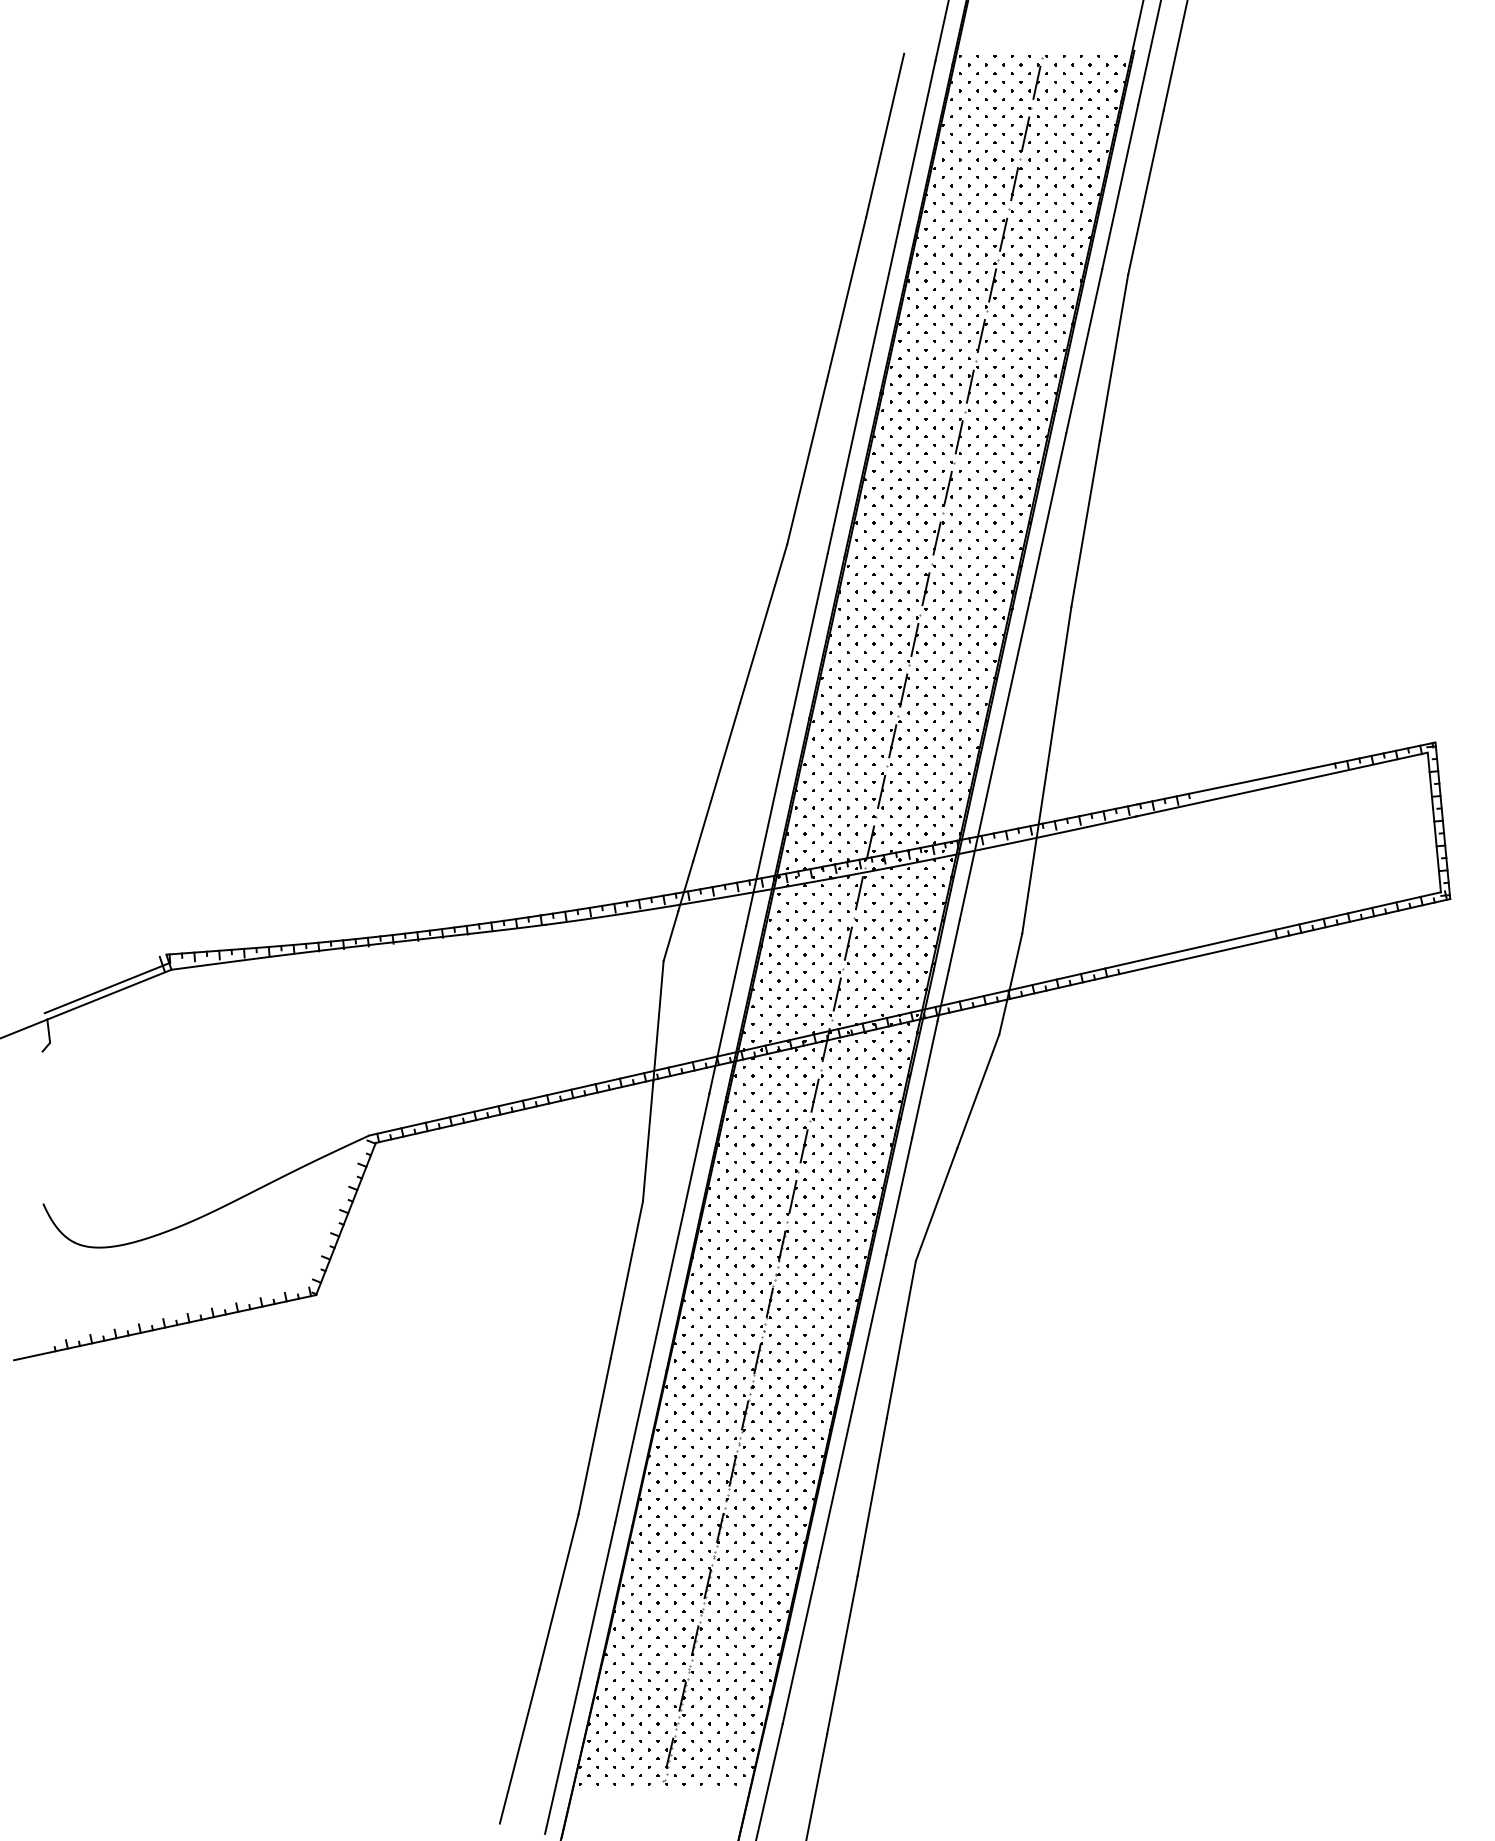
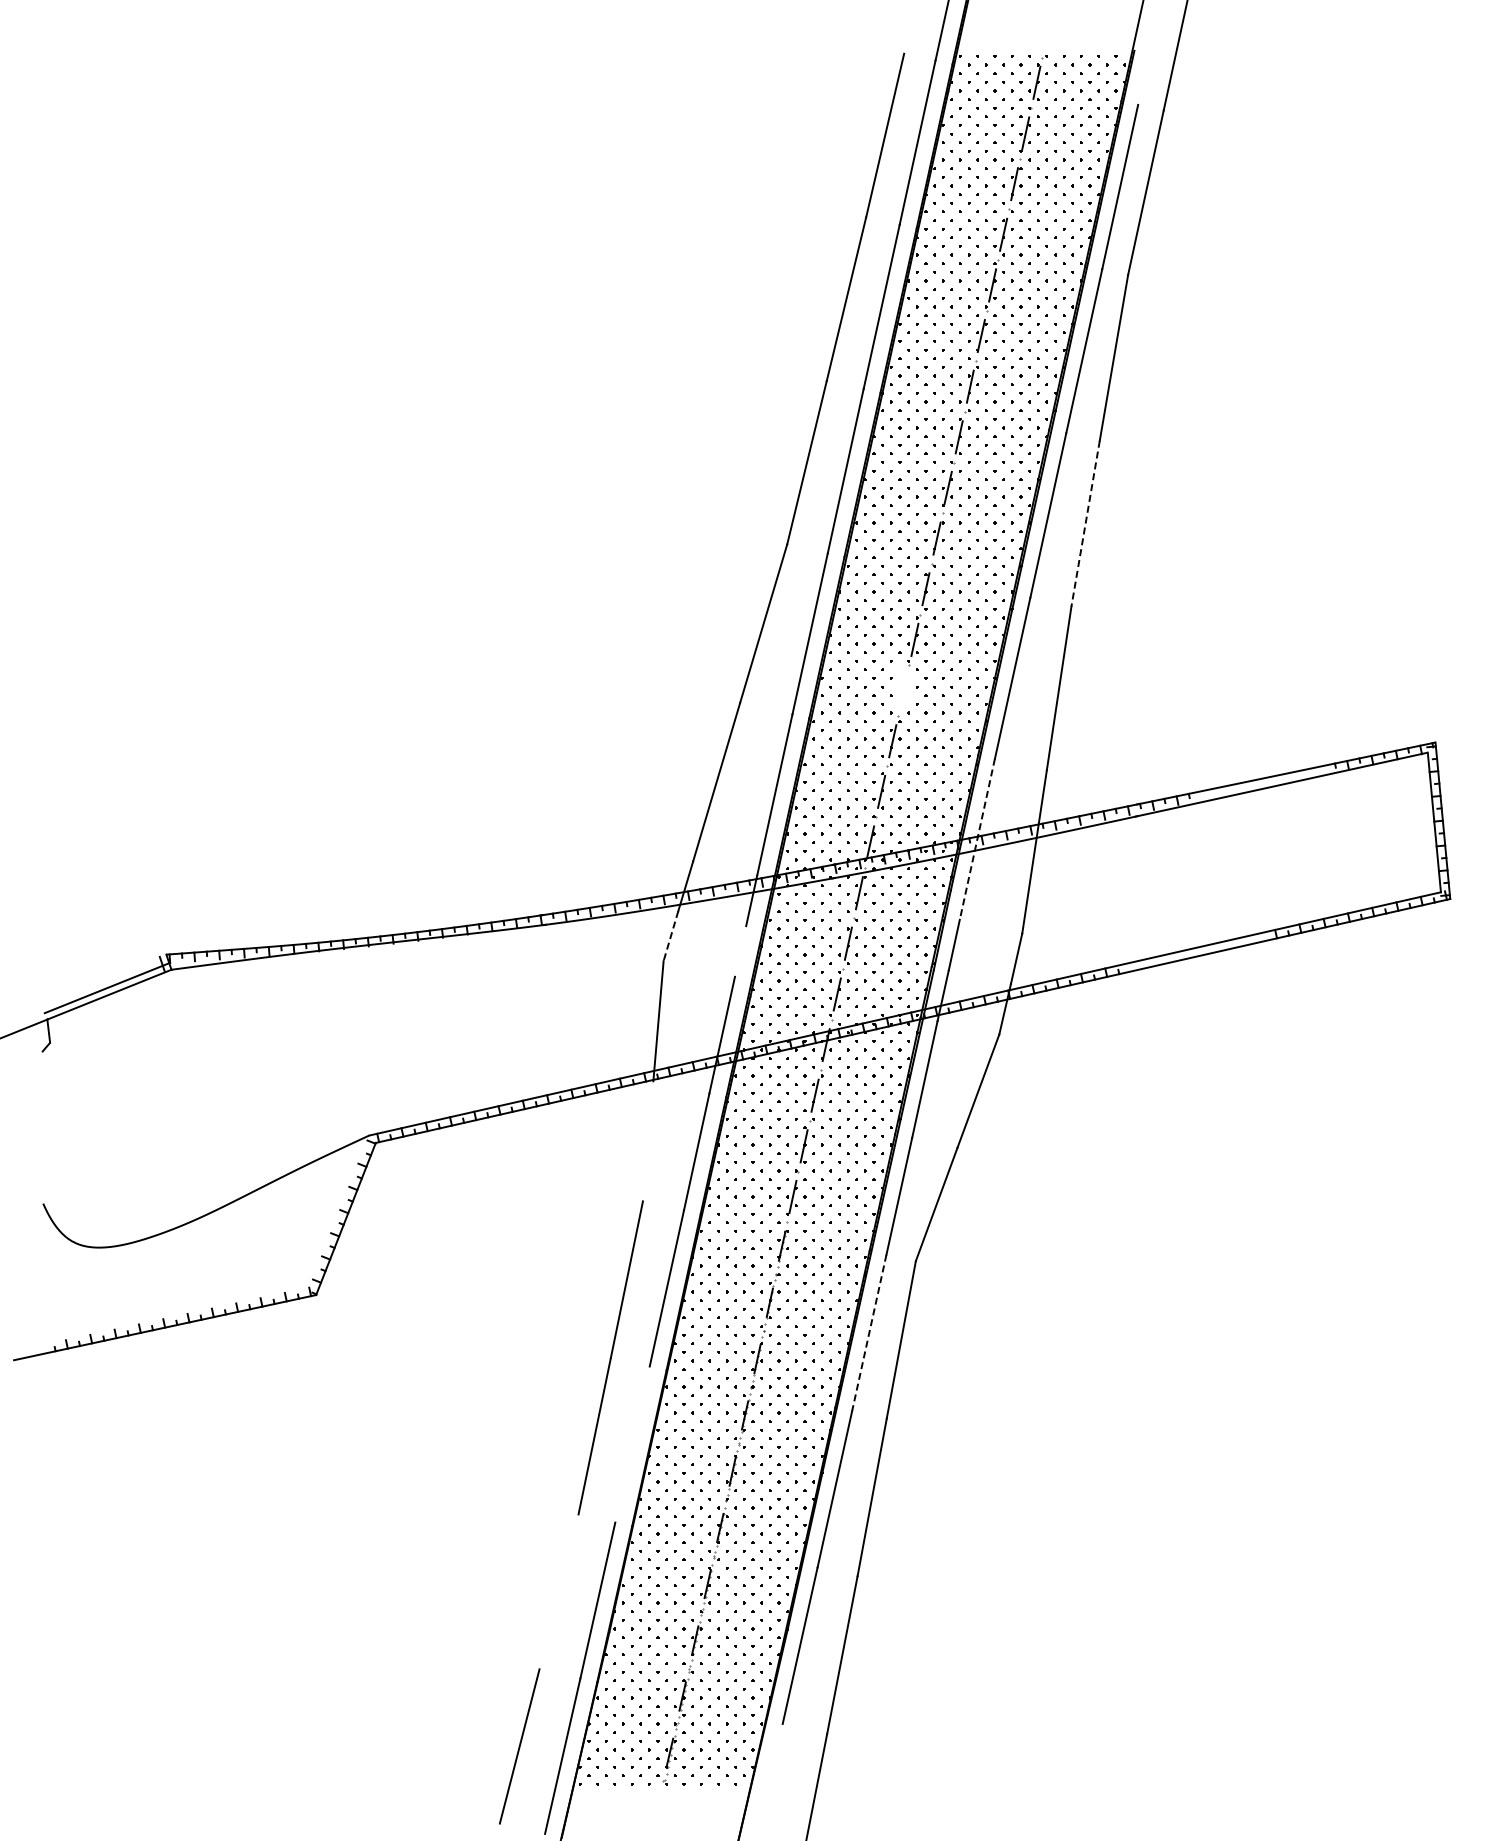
line at (1149, 53): present -> none
line at (1085, 524): solid -> dashed
part at (903, 687): present -> none
line at (977, 839): solid -> dashed
line at (670, 936): solid -> dashed
line at (740, 951): present -> none
line at (647, 1141): present -> none
line at (869, 1332): solid -> dashed
line at (632, 1444): present -> none
line at (558, 1591): present -> none
line at (769, 1780): present -> none
